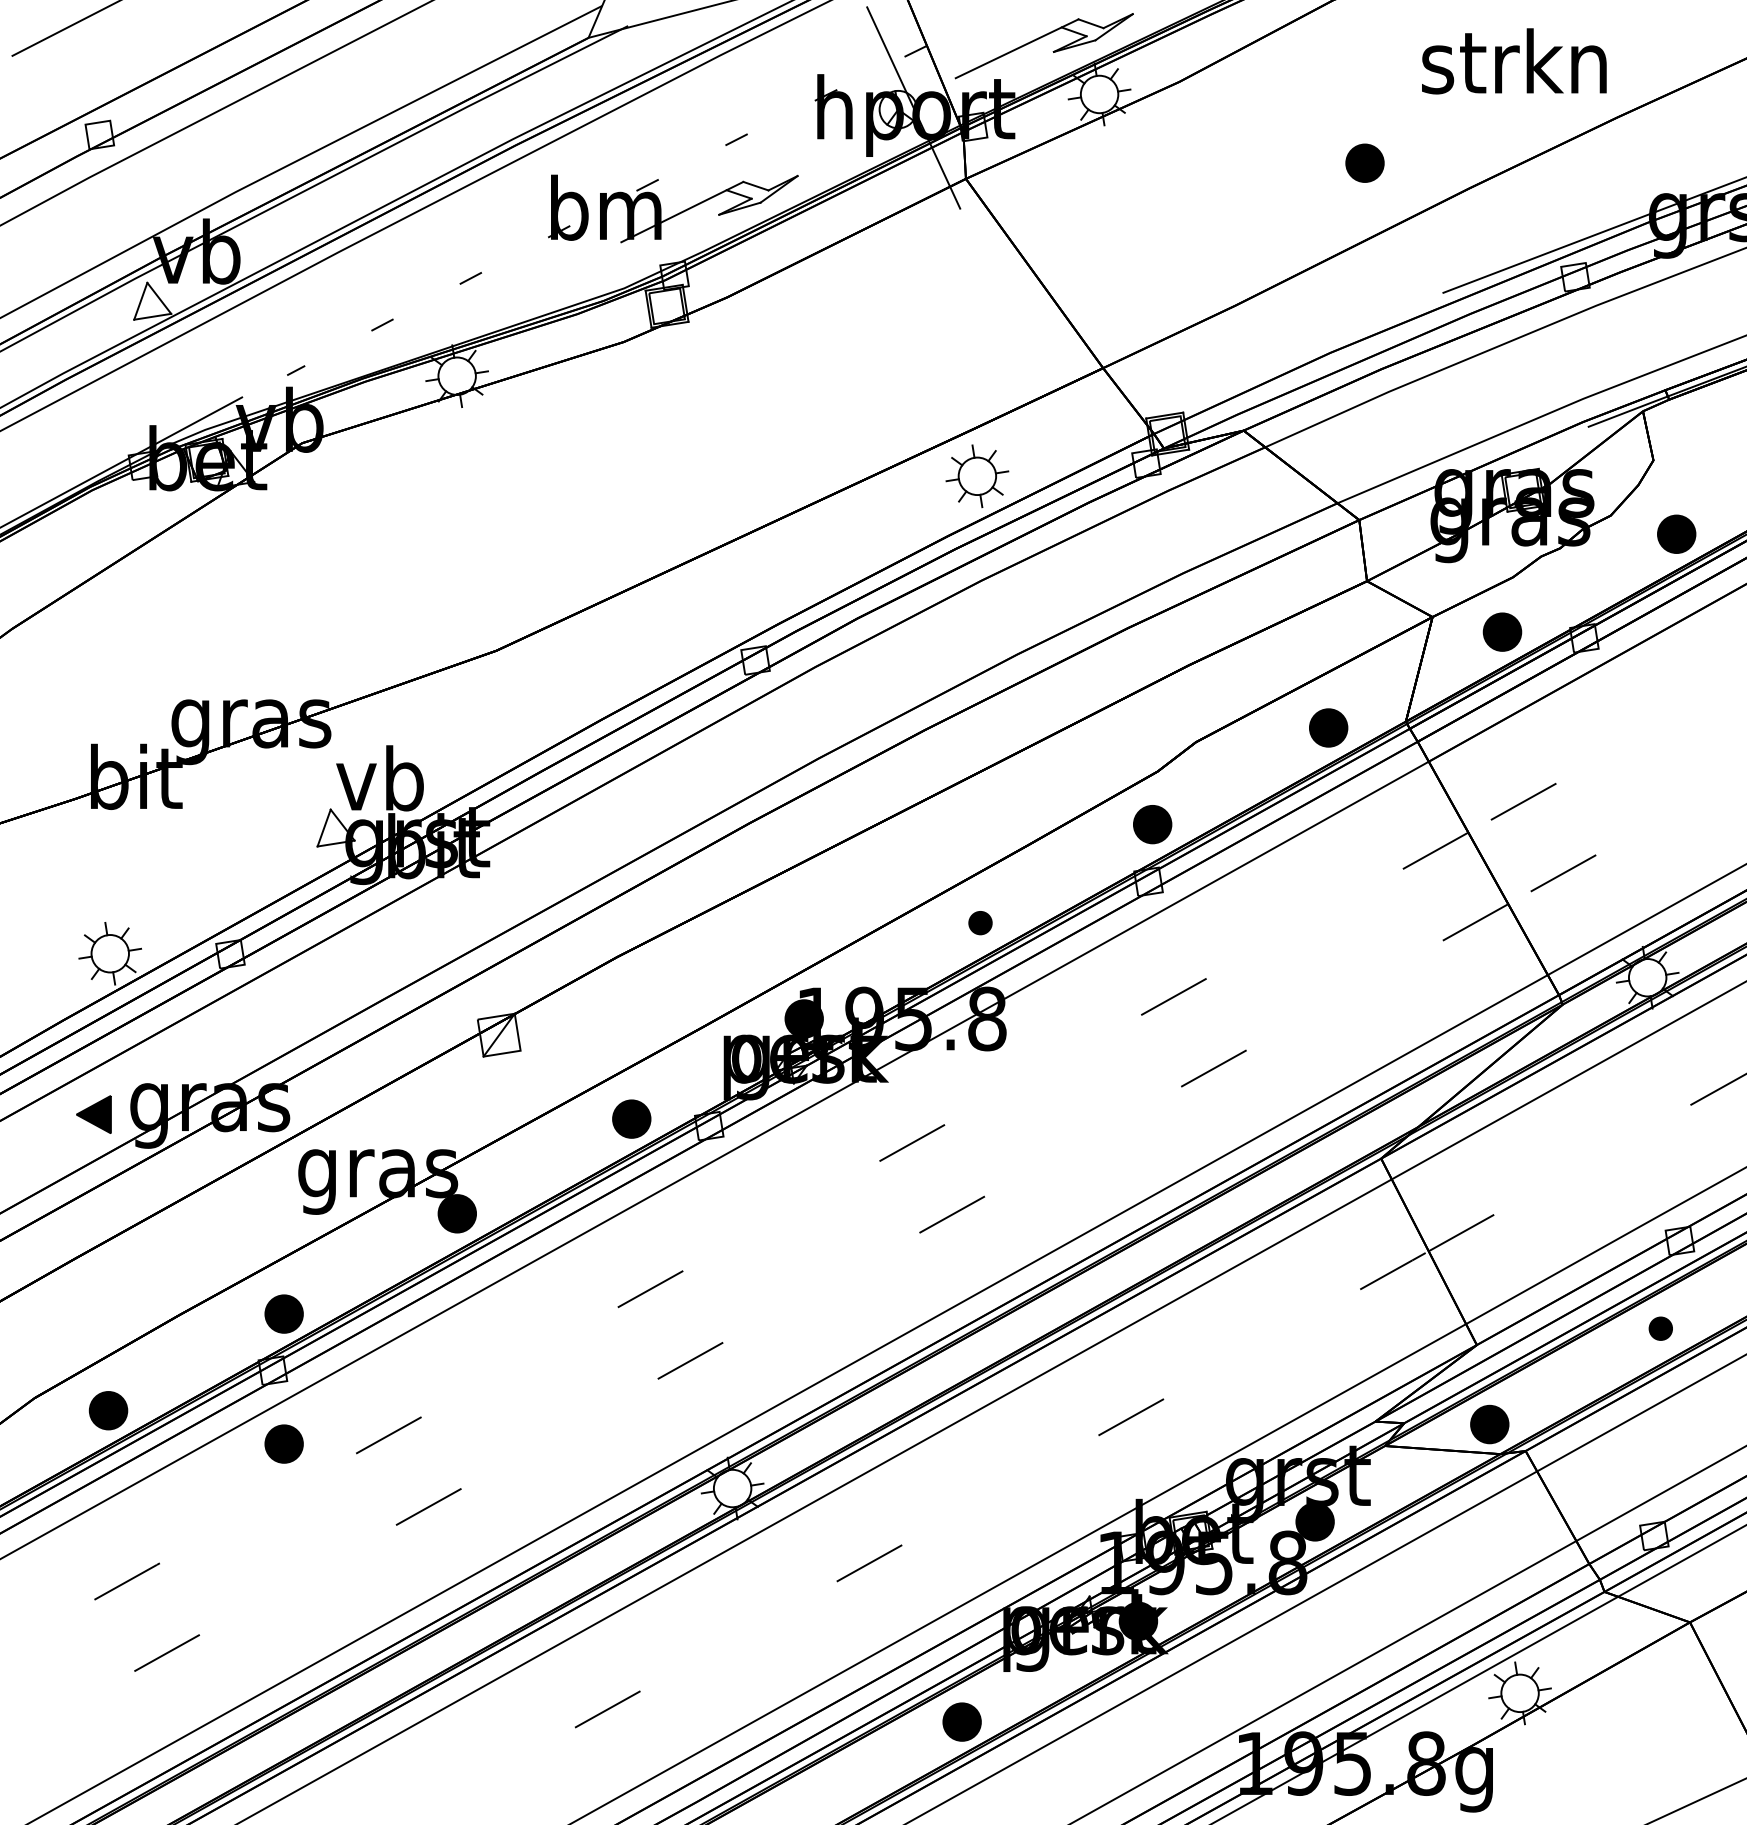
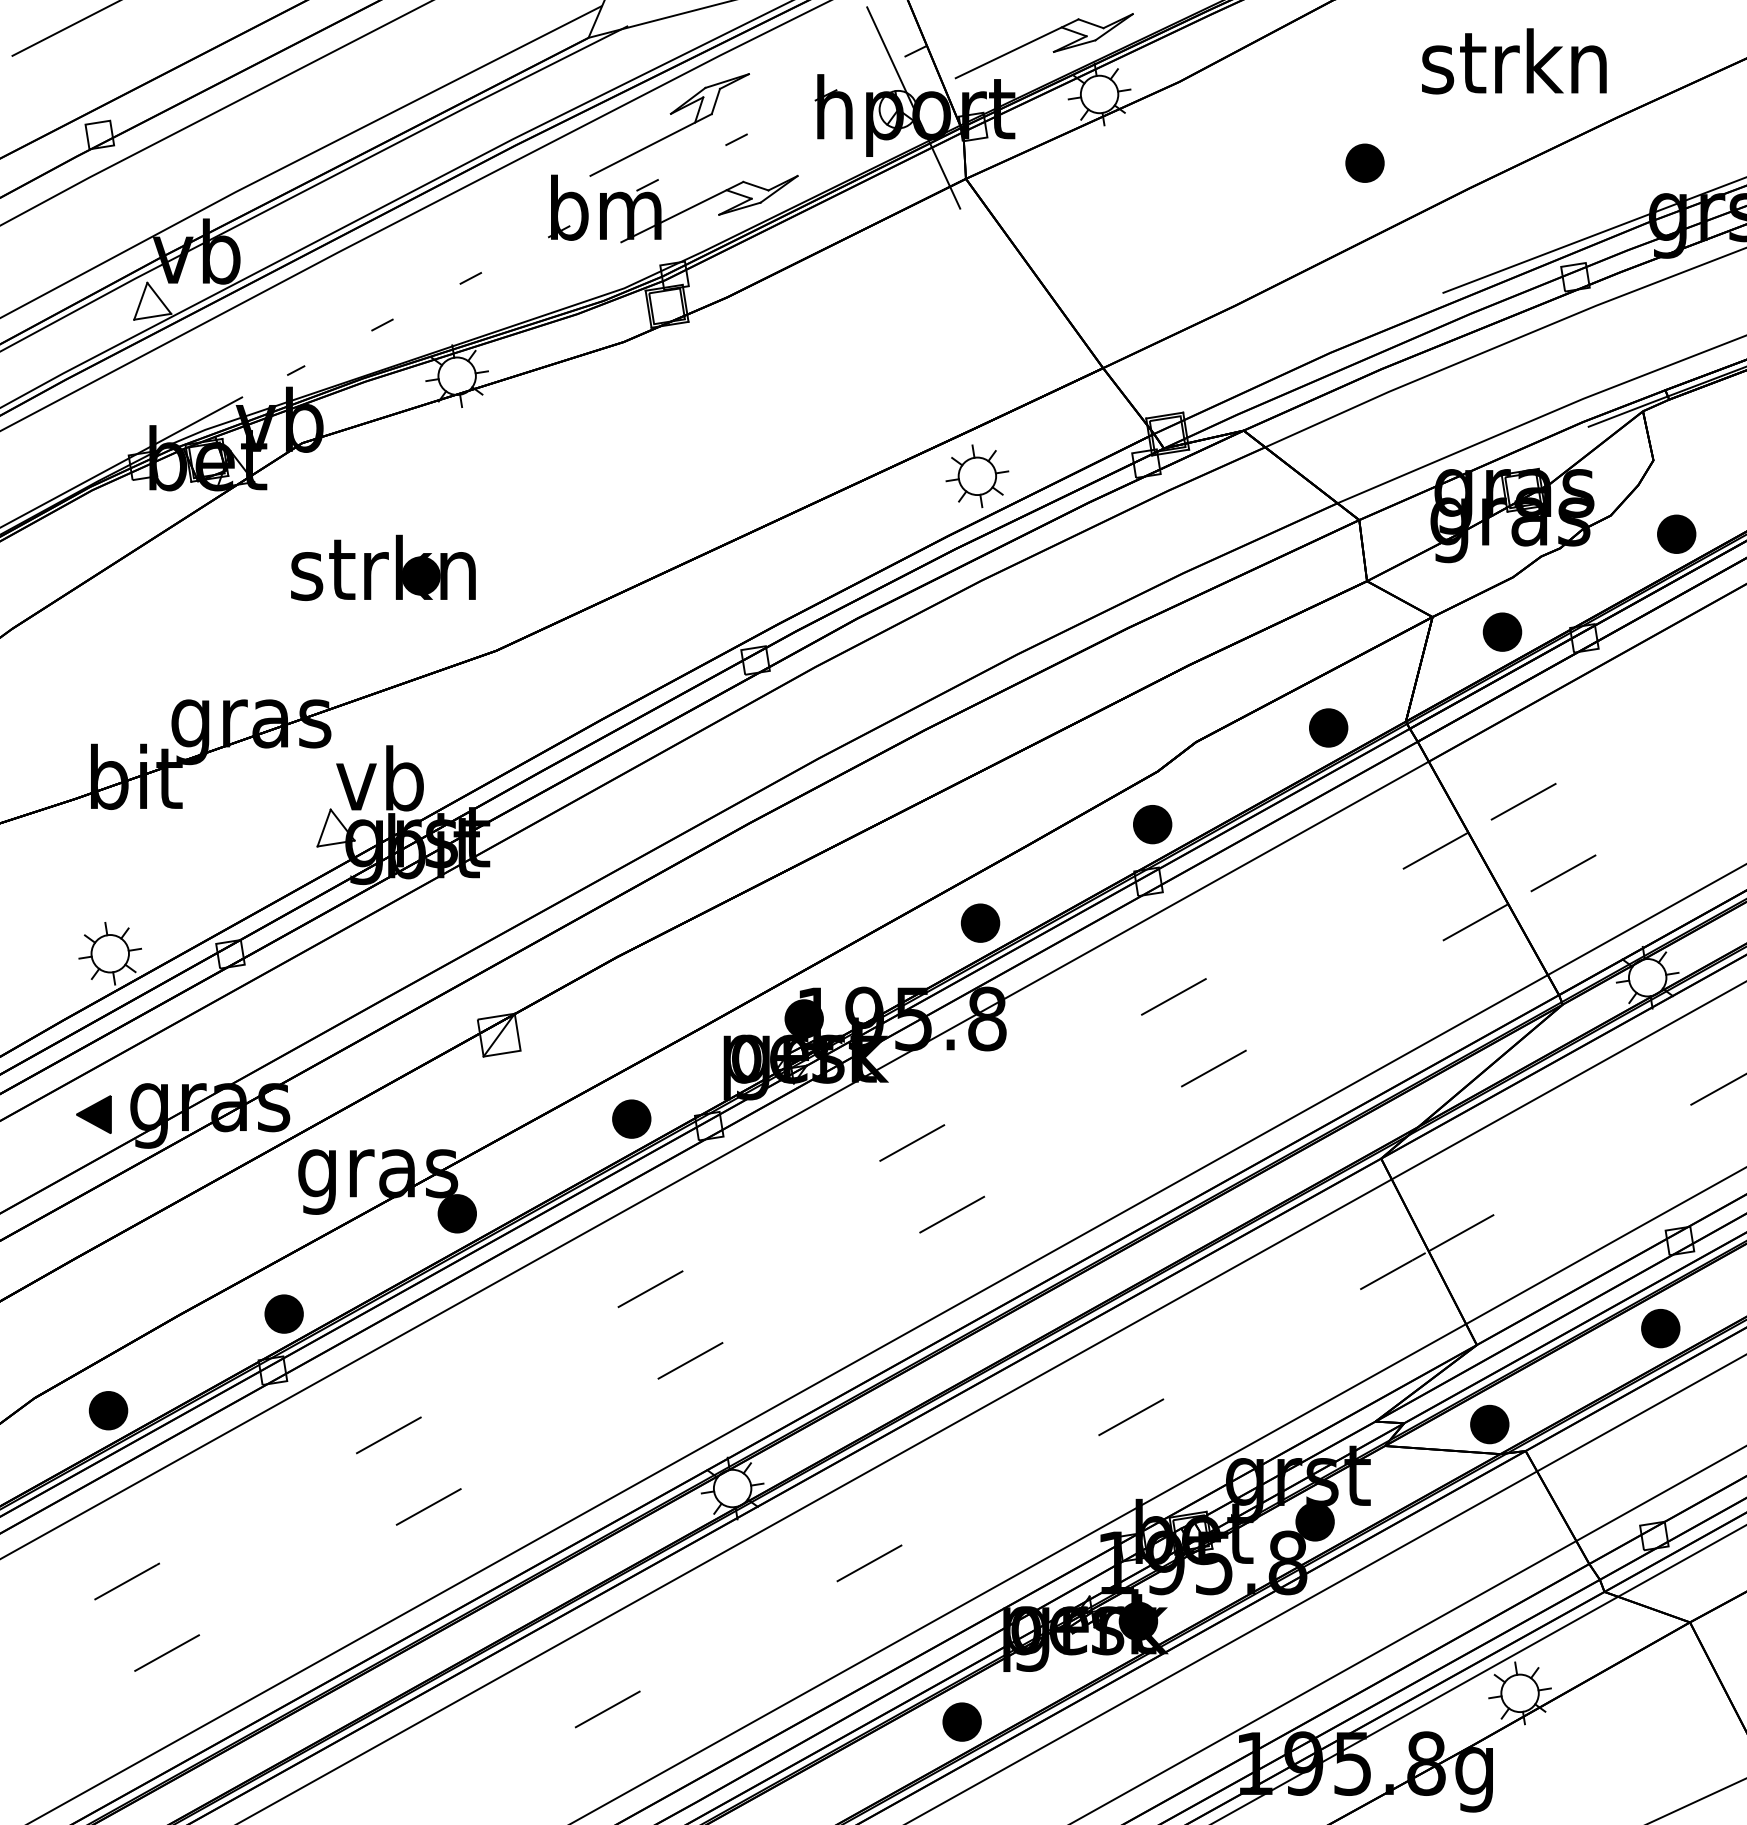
part at (673, 132): none -> present
part at (380, 559): none -> present
part at (980, 923) size: 25x25 px -> 41x40 px
part at (1660, 1328) size: 25x25 px -> 40x40 px
part at (283, 1443): present -> none
